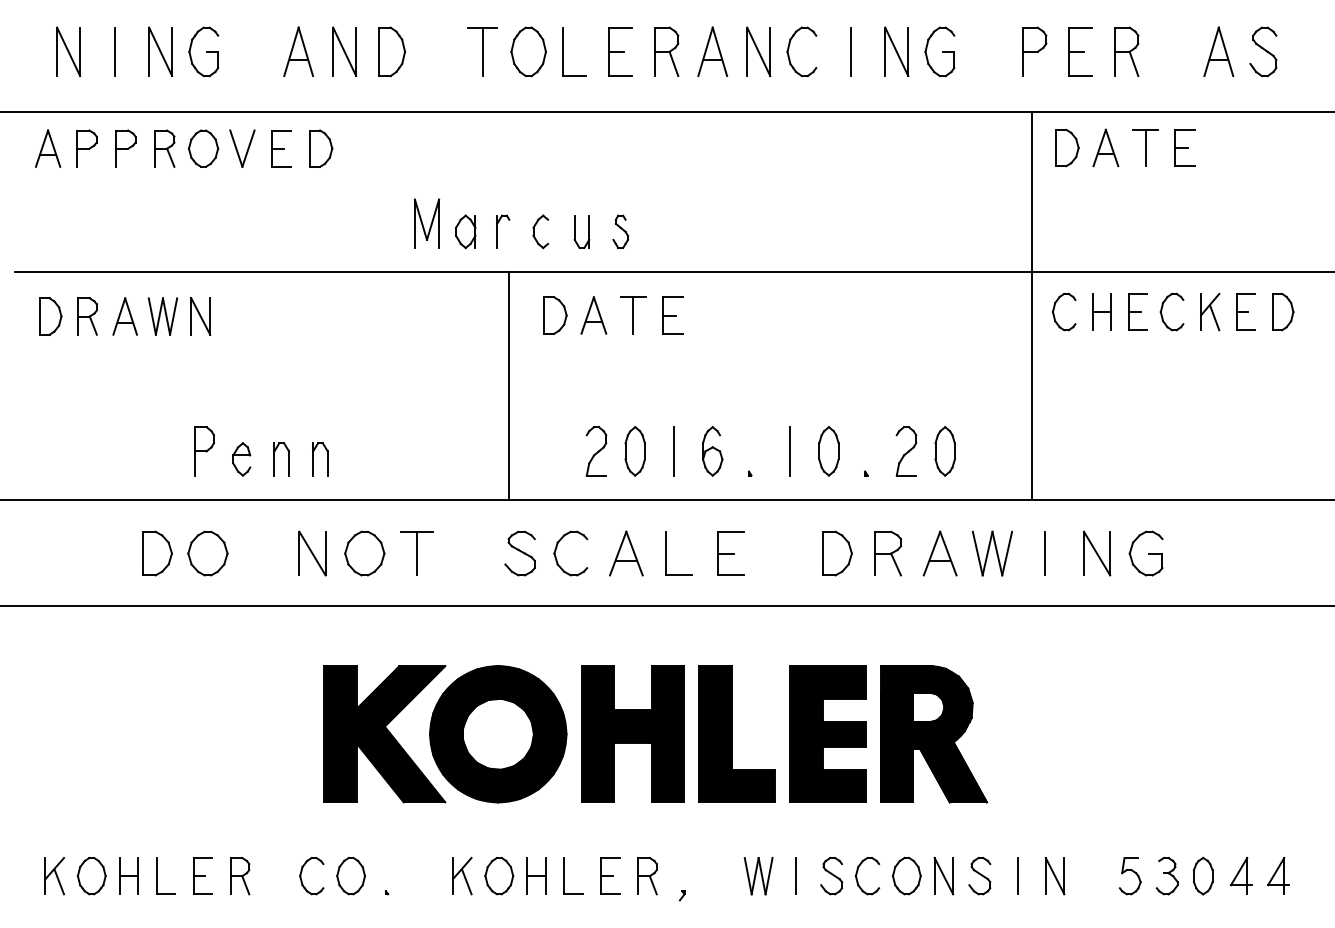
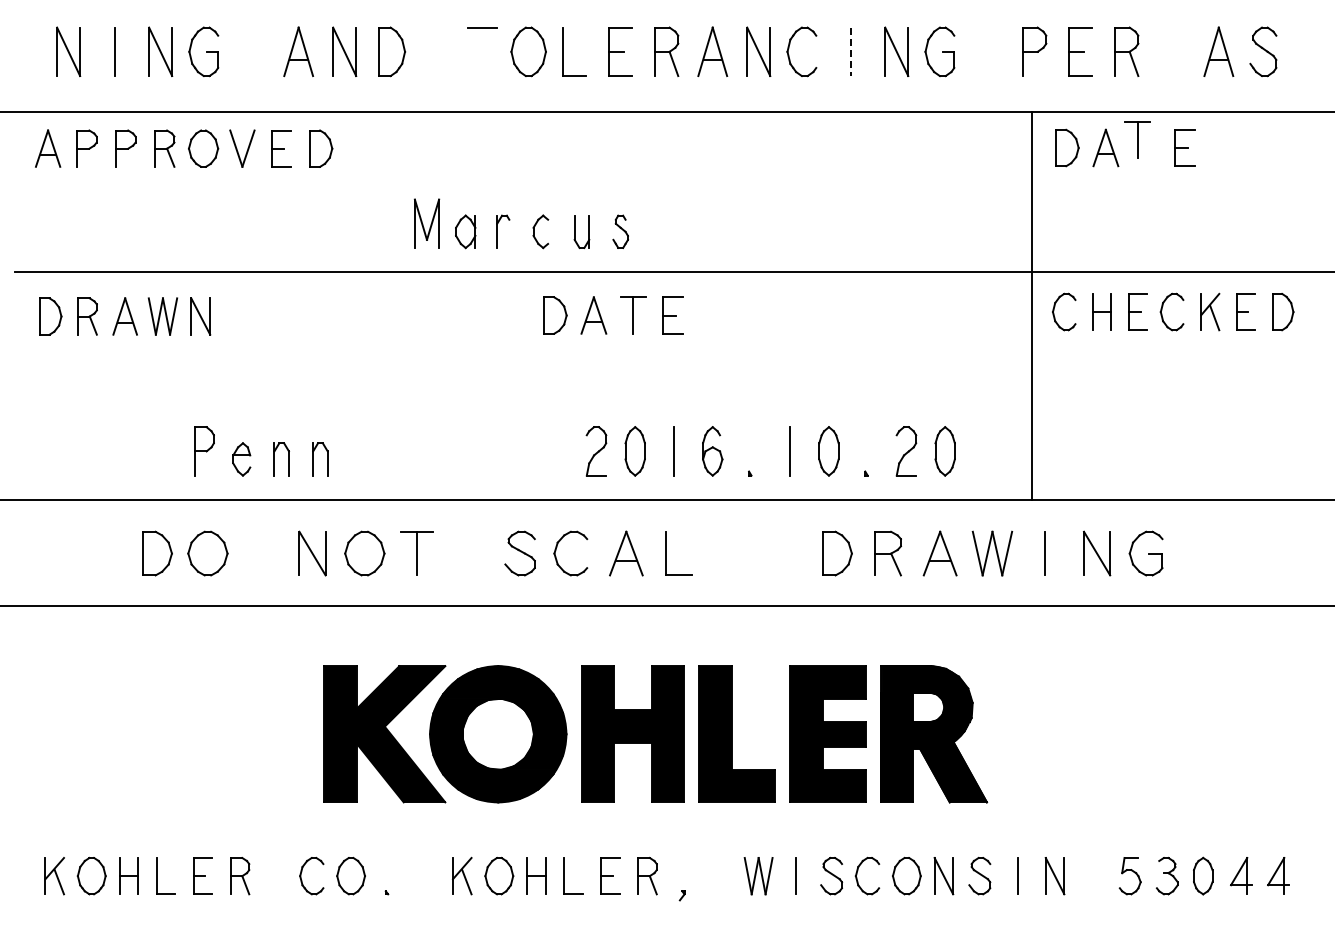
line at (482, 51): present -> none
line at (850, 52): solid -> dashed
part at (1145, 147) position: (1145, 147) -> (1137, 139)
line at (509, 385): present -> none
part at (730, 553): present -> none
